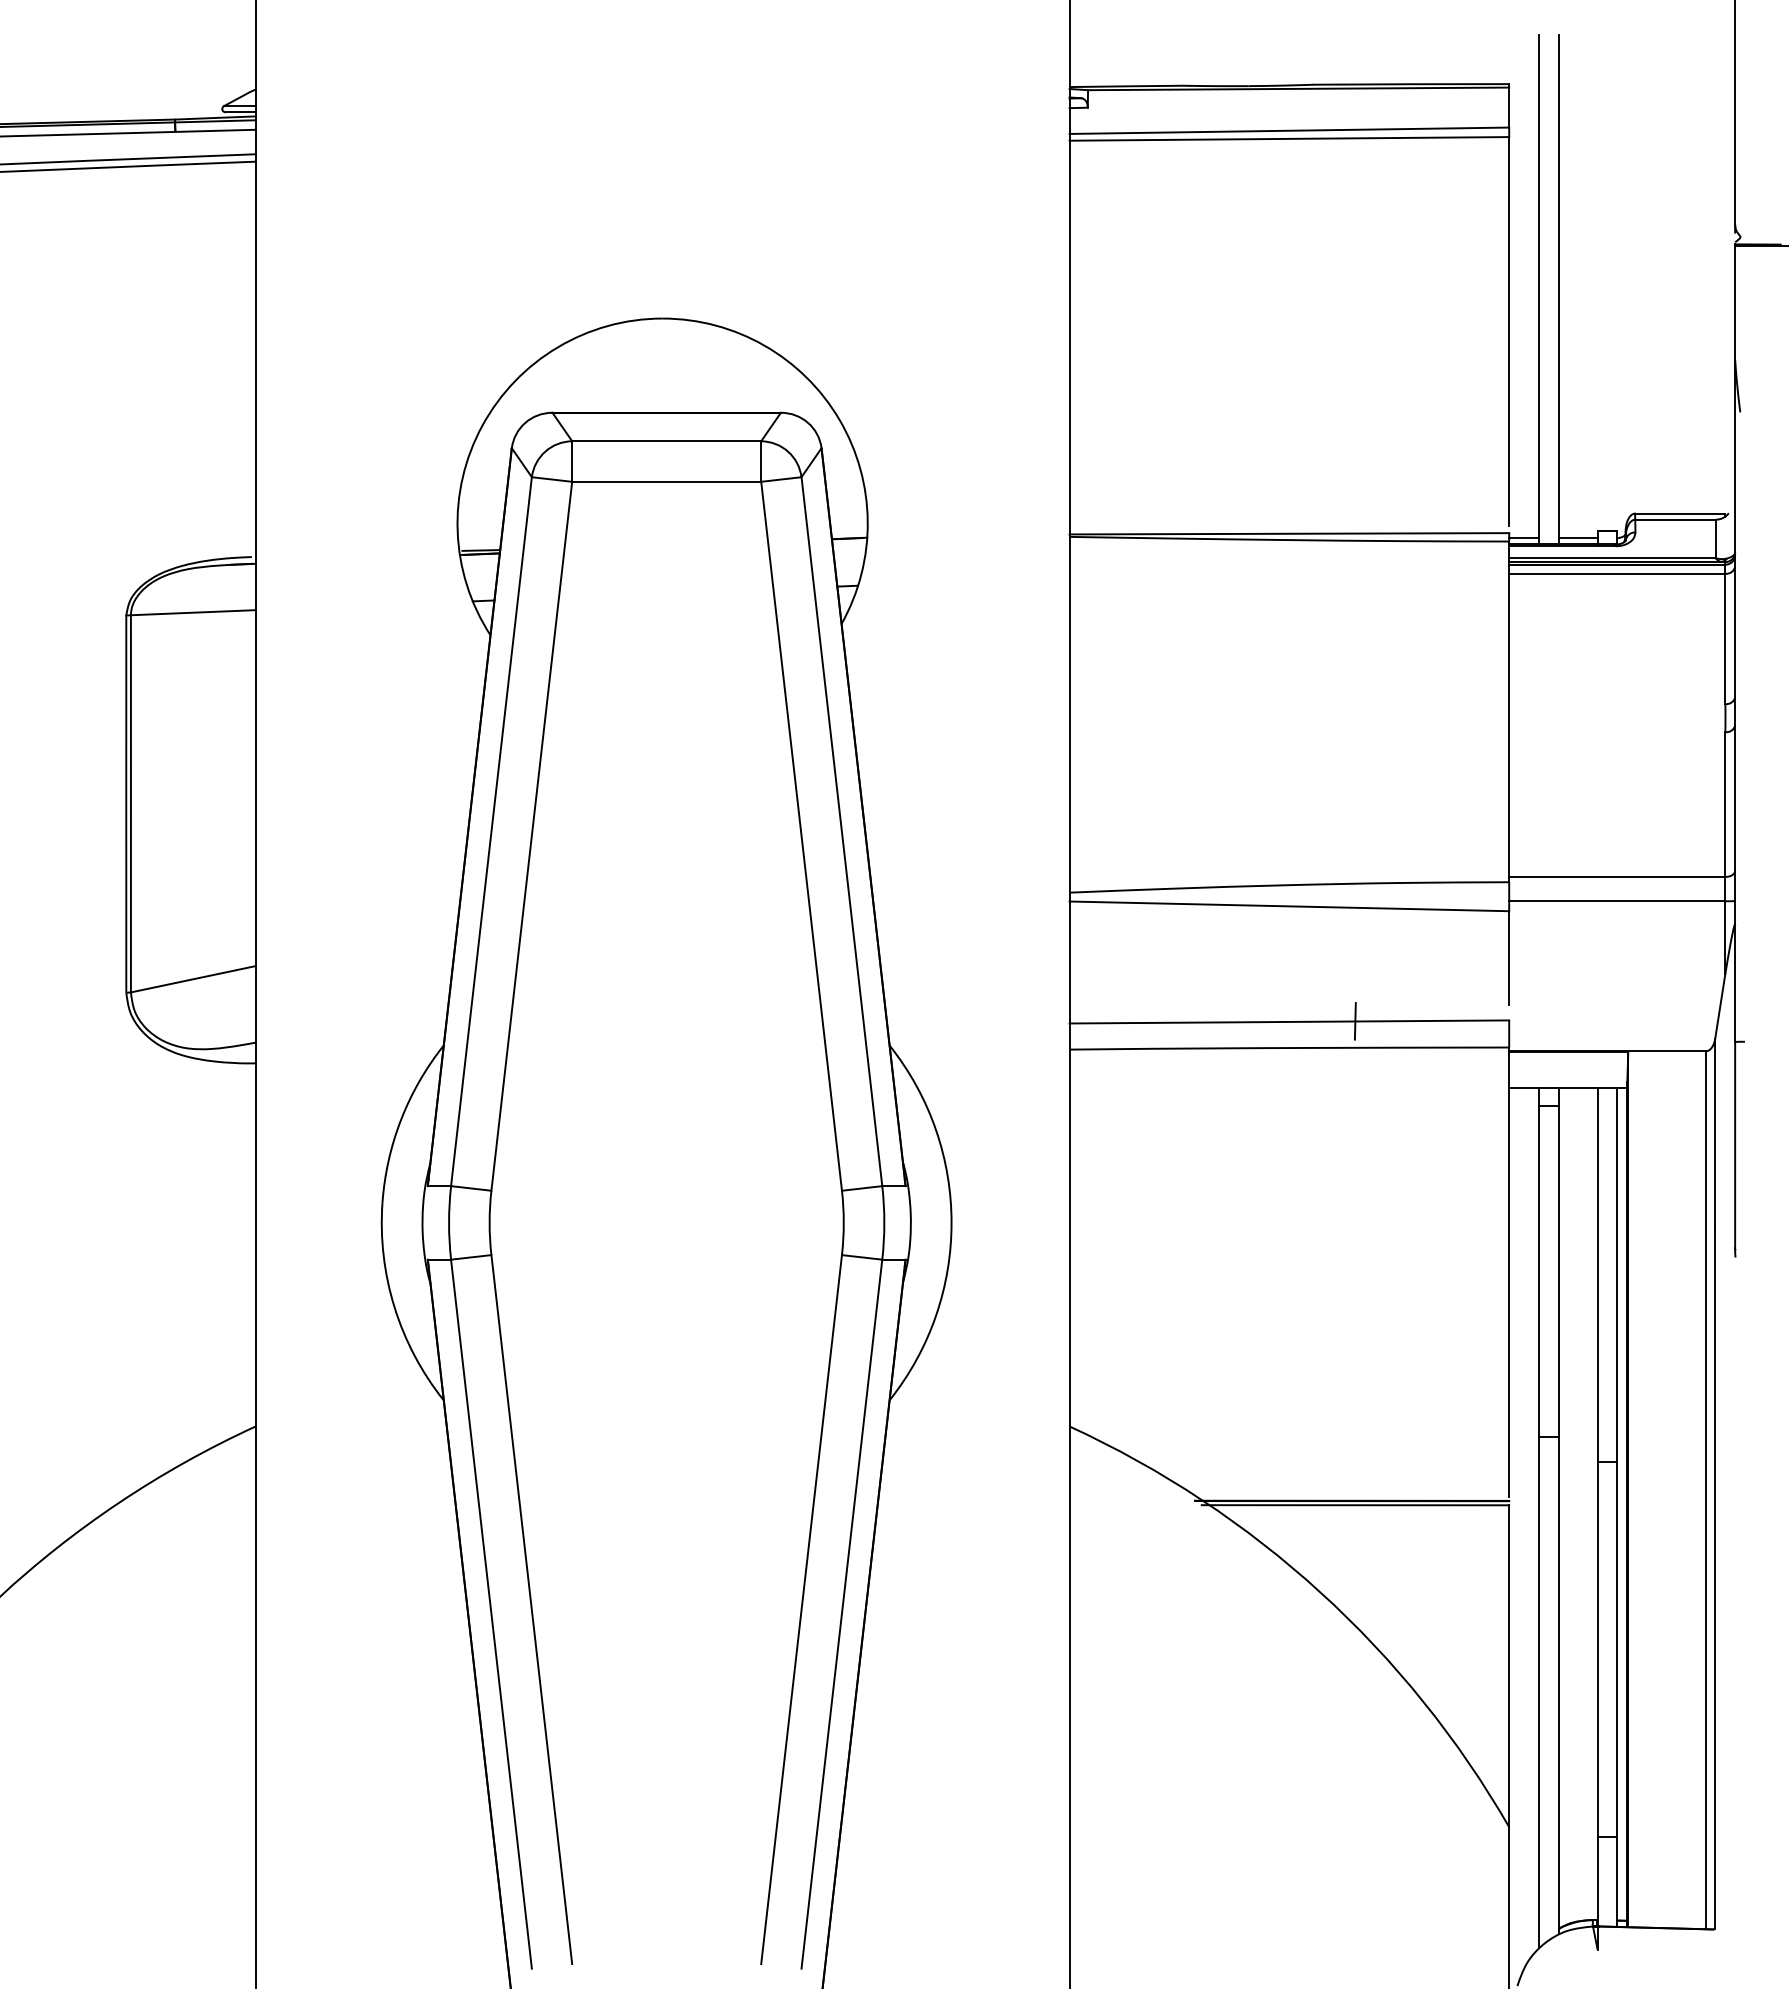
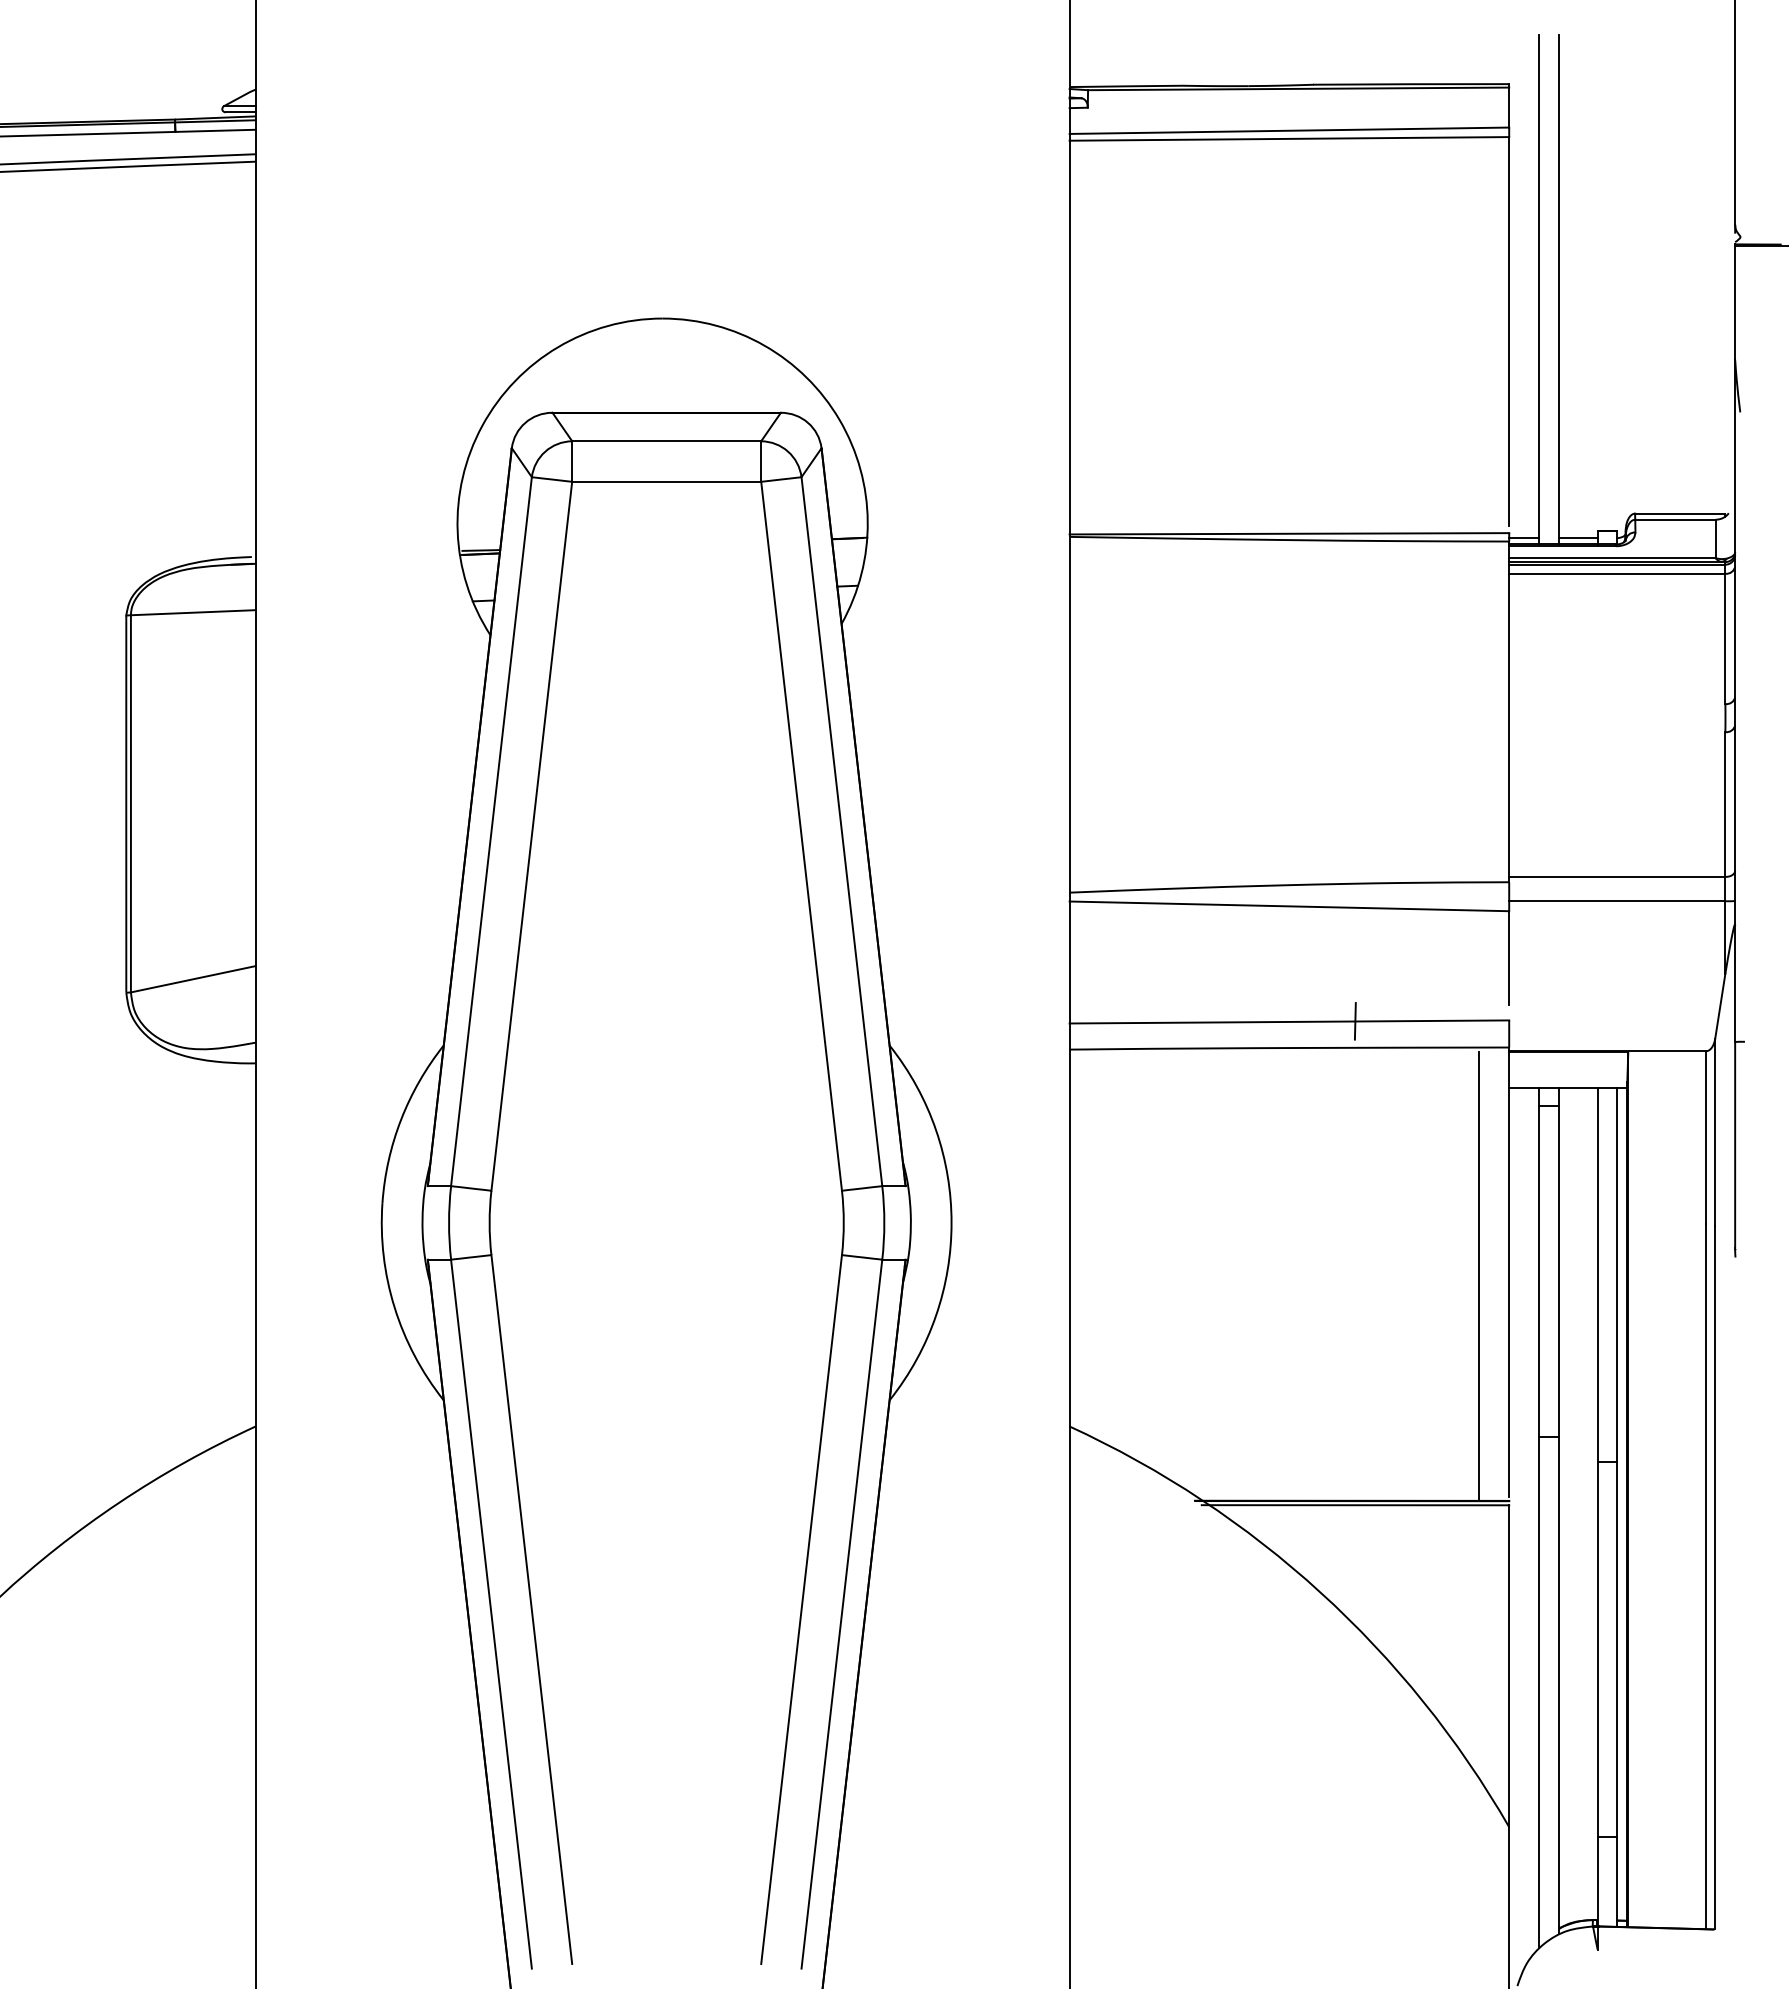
line at (1478, 1275): none -> present
